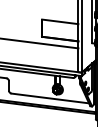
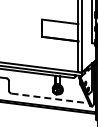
line at (40, 43): present -> none
line at (50, 98): solid -> dashed
